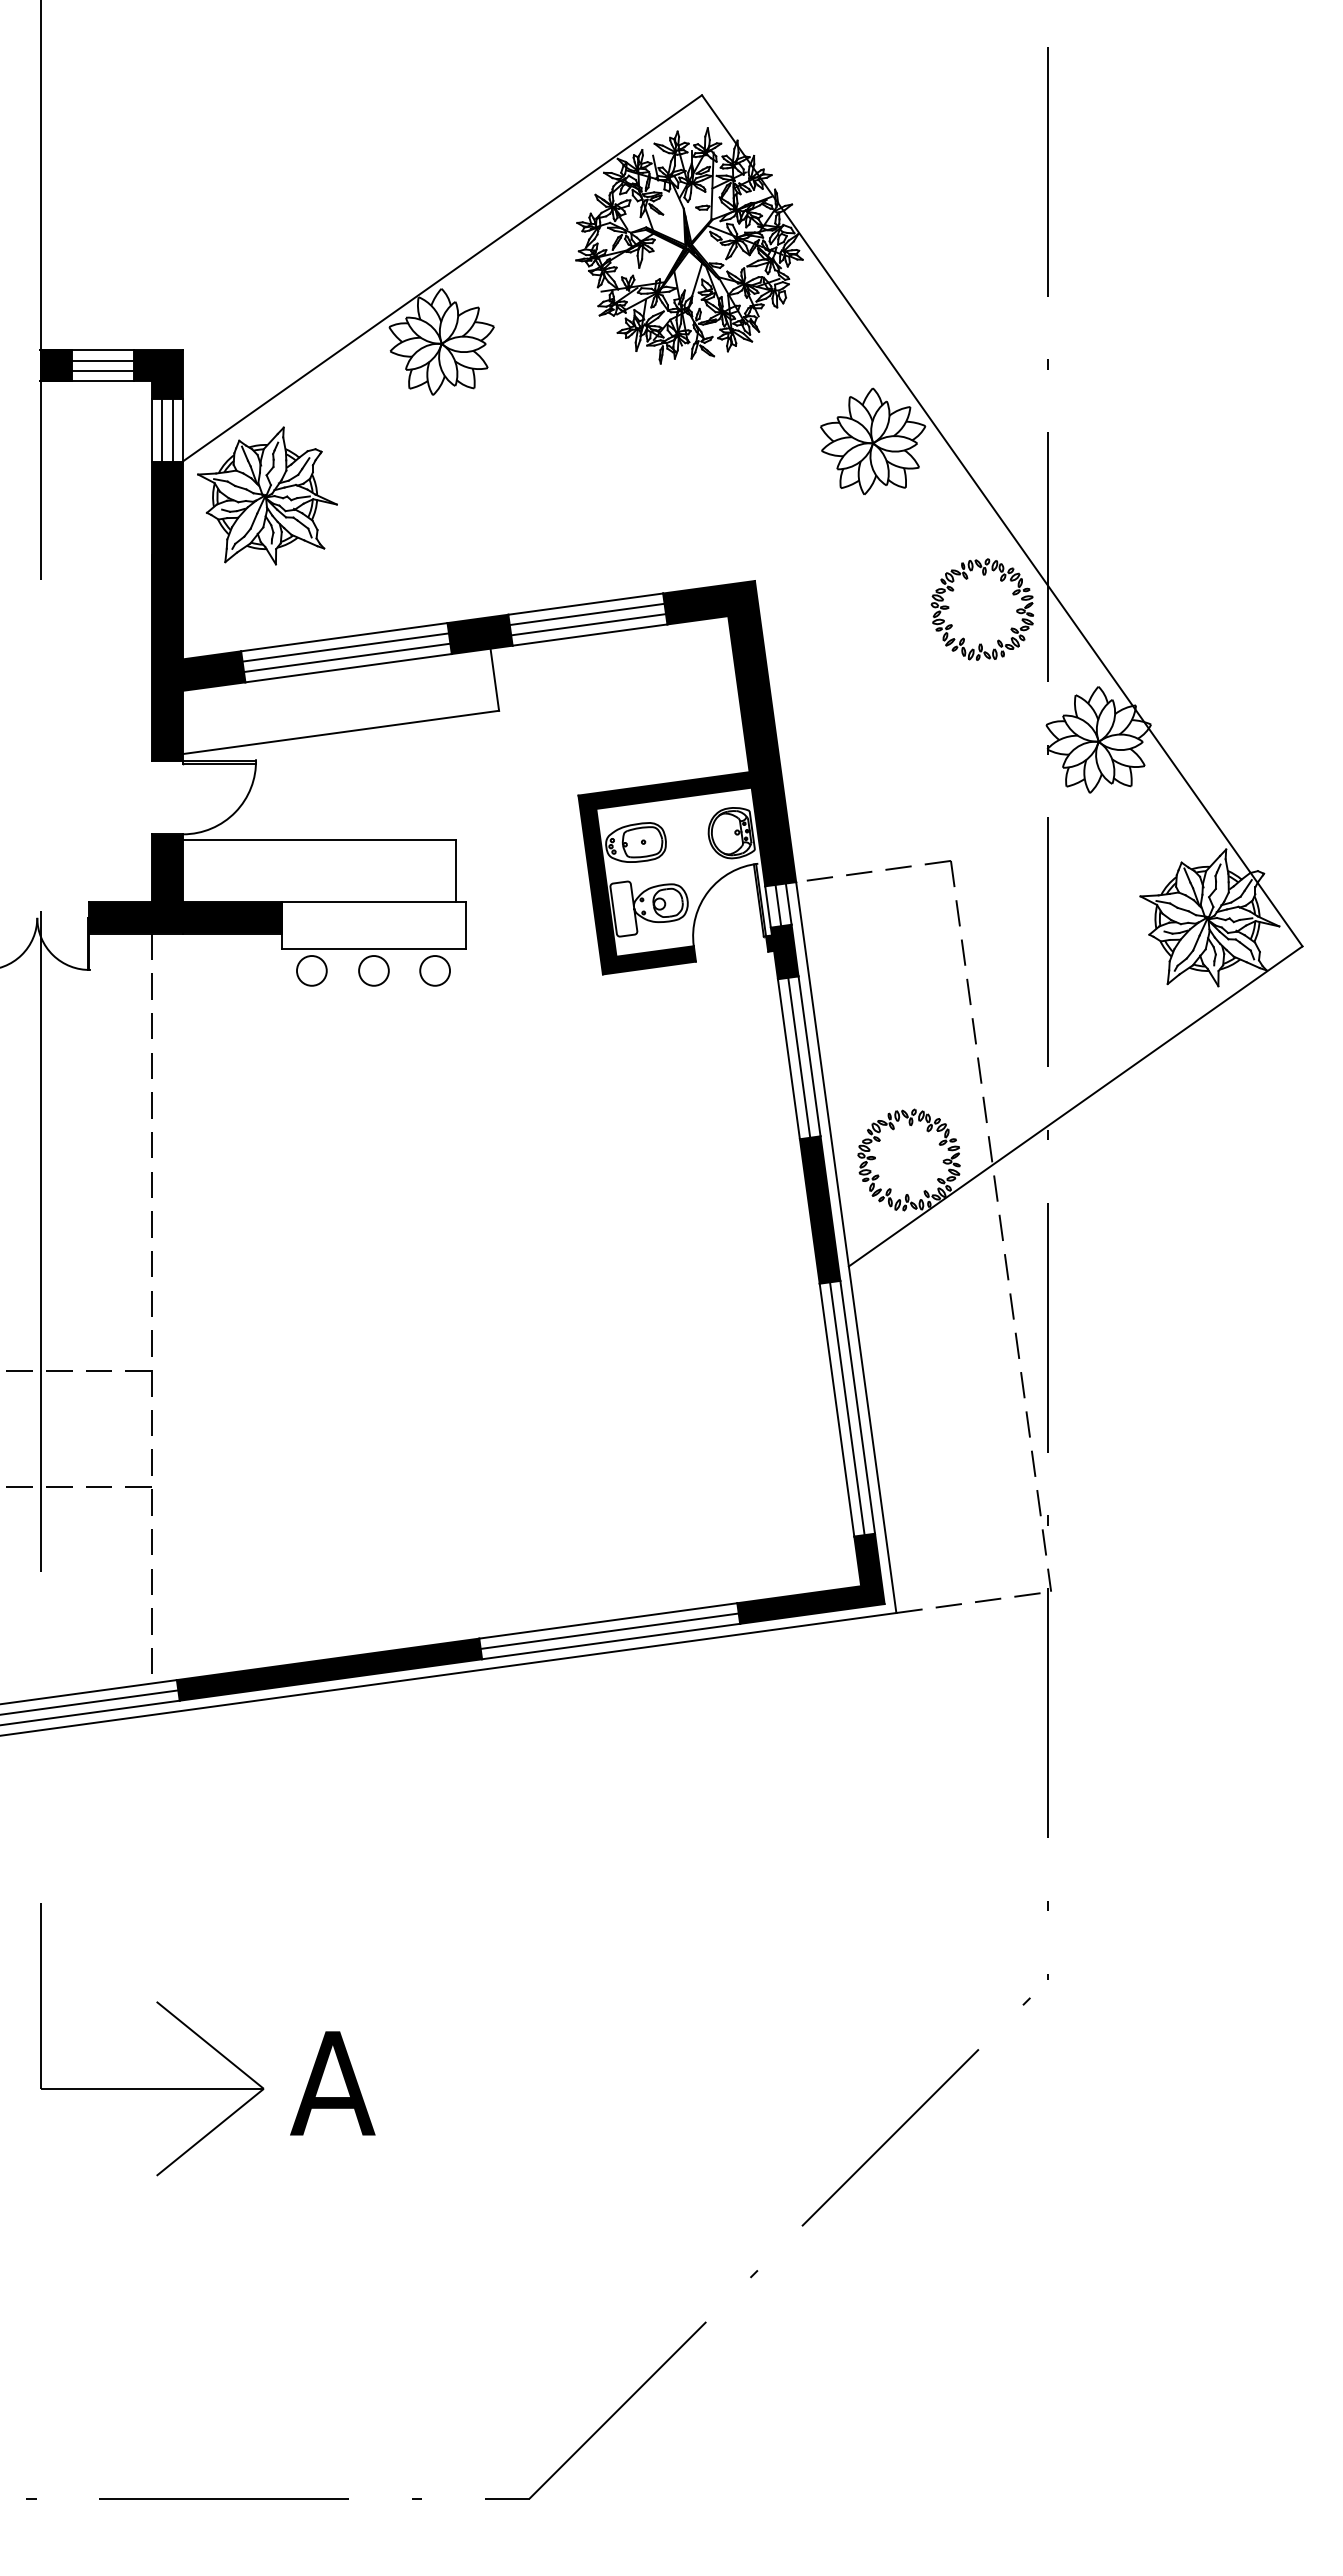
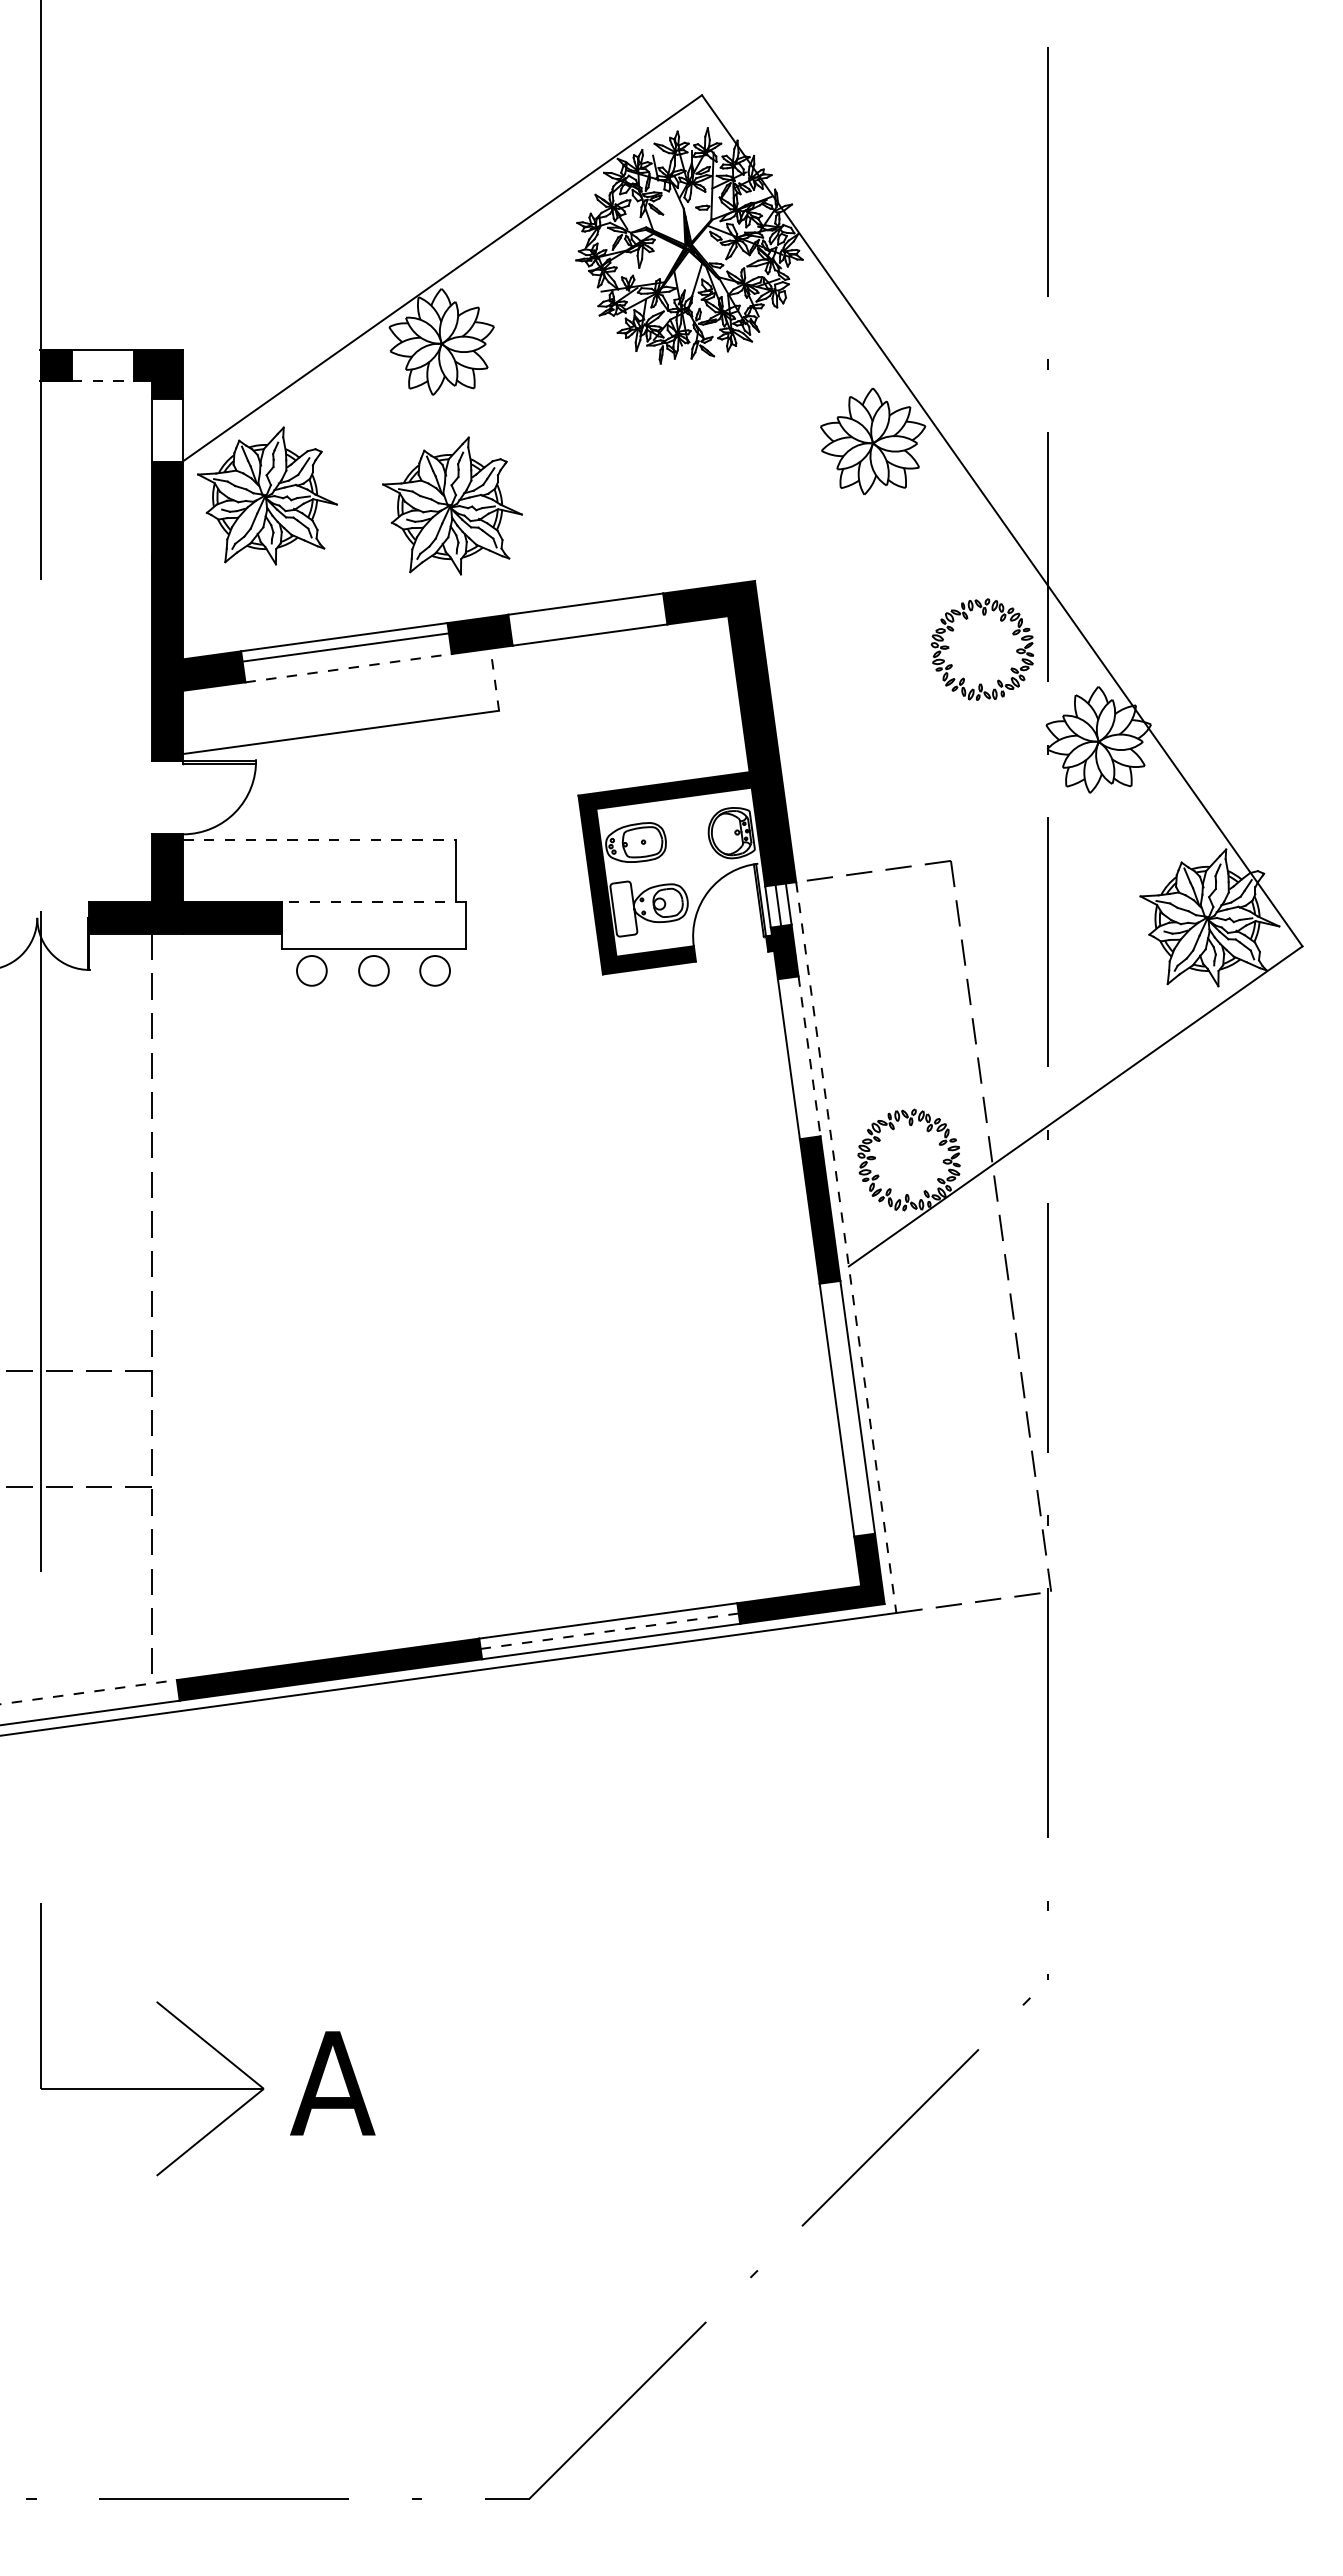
line at (102, 360): present -> none
line at (102, 371): present -> none
line at (103, 381): solid -> dashed
line at (162, 430): present -> none
line at (172, 430): present -> none
part at (452, 505): none -> present
part at (949, 608) position: (949, 608) -> (949, 648)
line at (586, 614): present -> none
line at (588, 624): present -> none
line at (346, 657): present -> none
line at (349, 668): solid -> dashed
line at (494, 679): solid -> dashed
line at (319, 839): solid -> dashed
line at (373, 902): solid -> dashed
line at (809, 1056): solid -> dashed
line at (799, 1057): present -> none
line at (846, 1247): solid -> dashed
line at (847, 1408): present -> none
line at (609, 1631): solid -> dashed
line at (88, 1692): solid -> dashed
line at (90, 1702): present -> none
